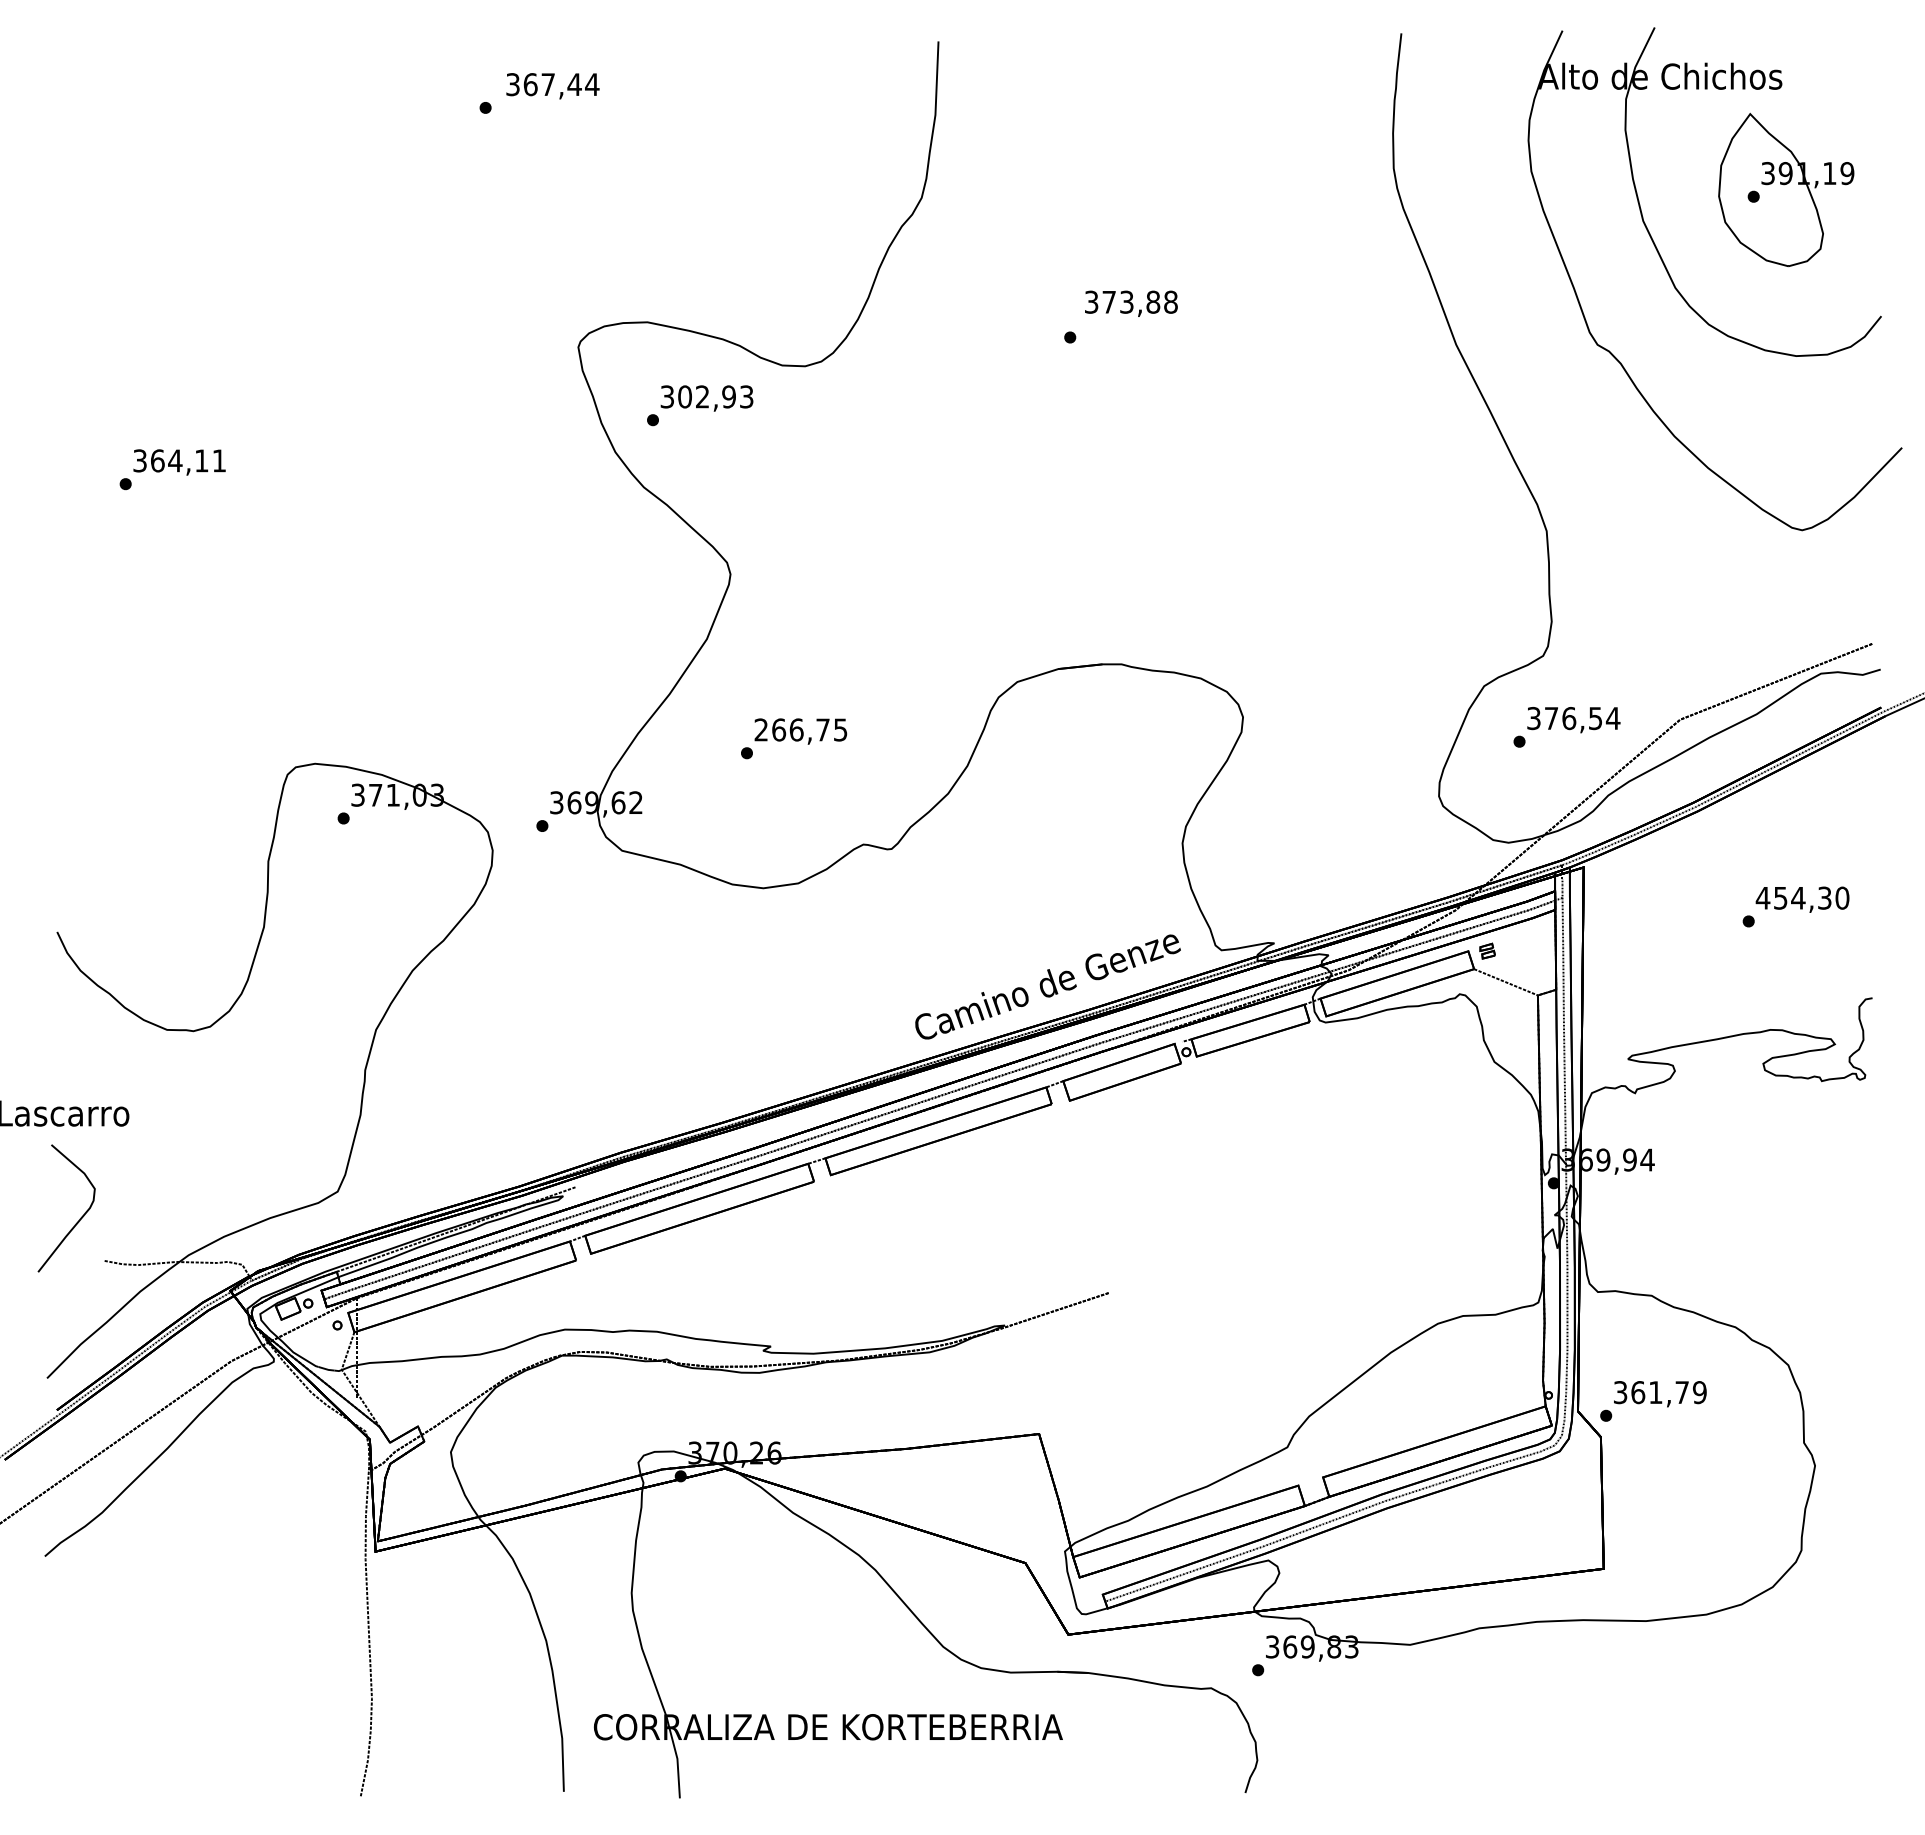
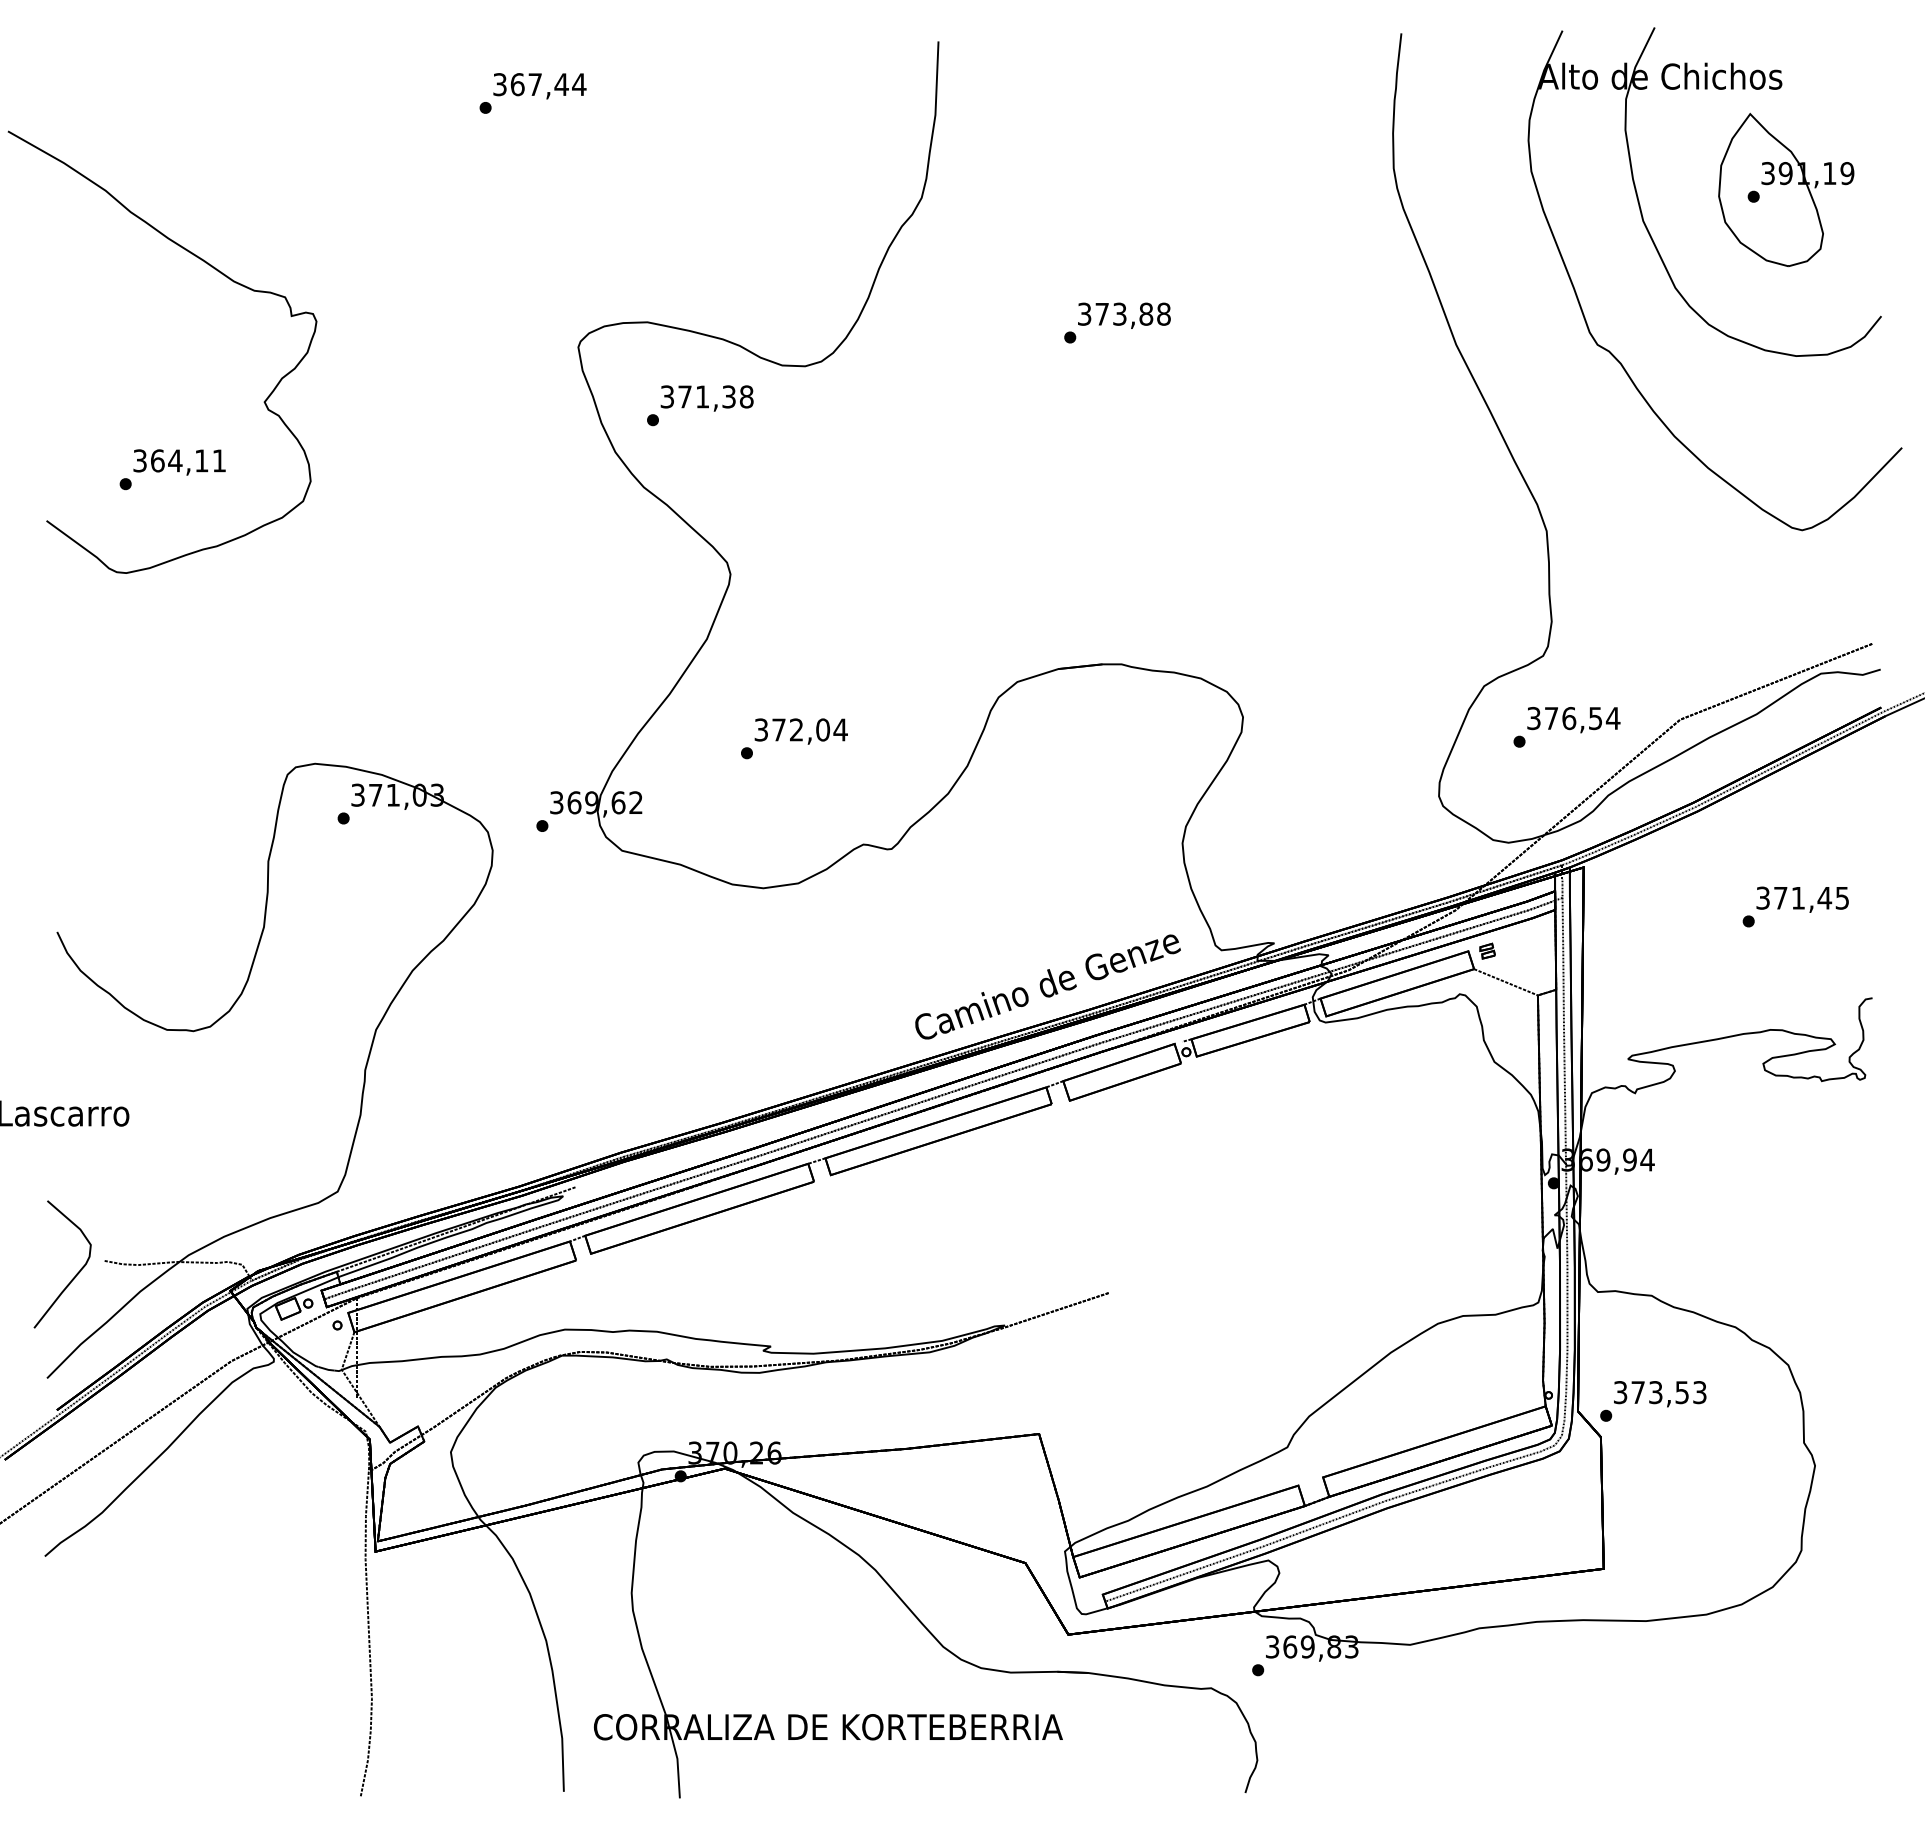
text at (552, 86) position: (552, 86) -> (539, 86)
curve at (221, 274): none -> present
text at (1131, 303) position: (1131, 303) -> (1124, 315)
text at (715, 396): 302,93 -> 371,38
text at (800, 729): 266,75 -> 372,04
text at (1802, 897): 454,30 -> 371,45
curve at (80, 1217) position: (80, 1217) -> (76, 1273)
text at (1668, 1392): 361,79 -> 373,53
